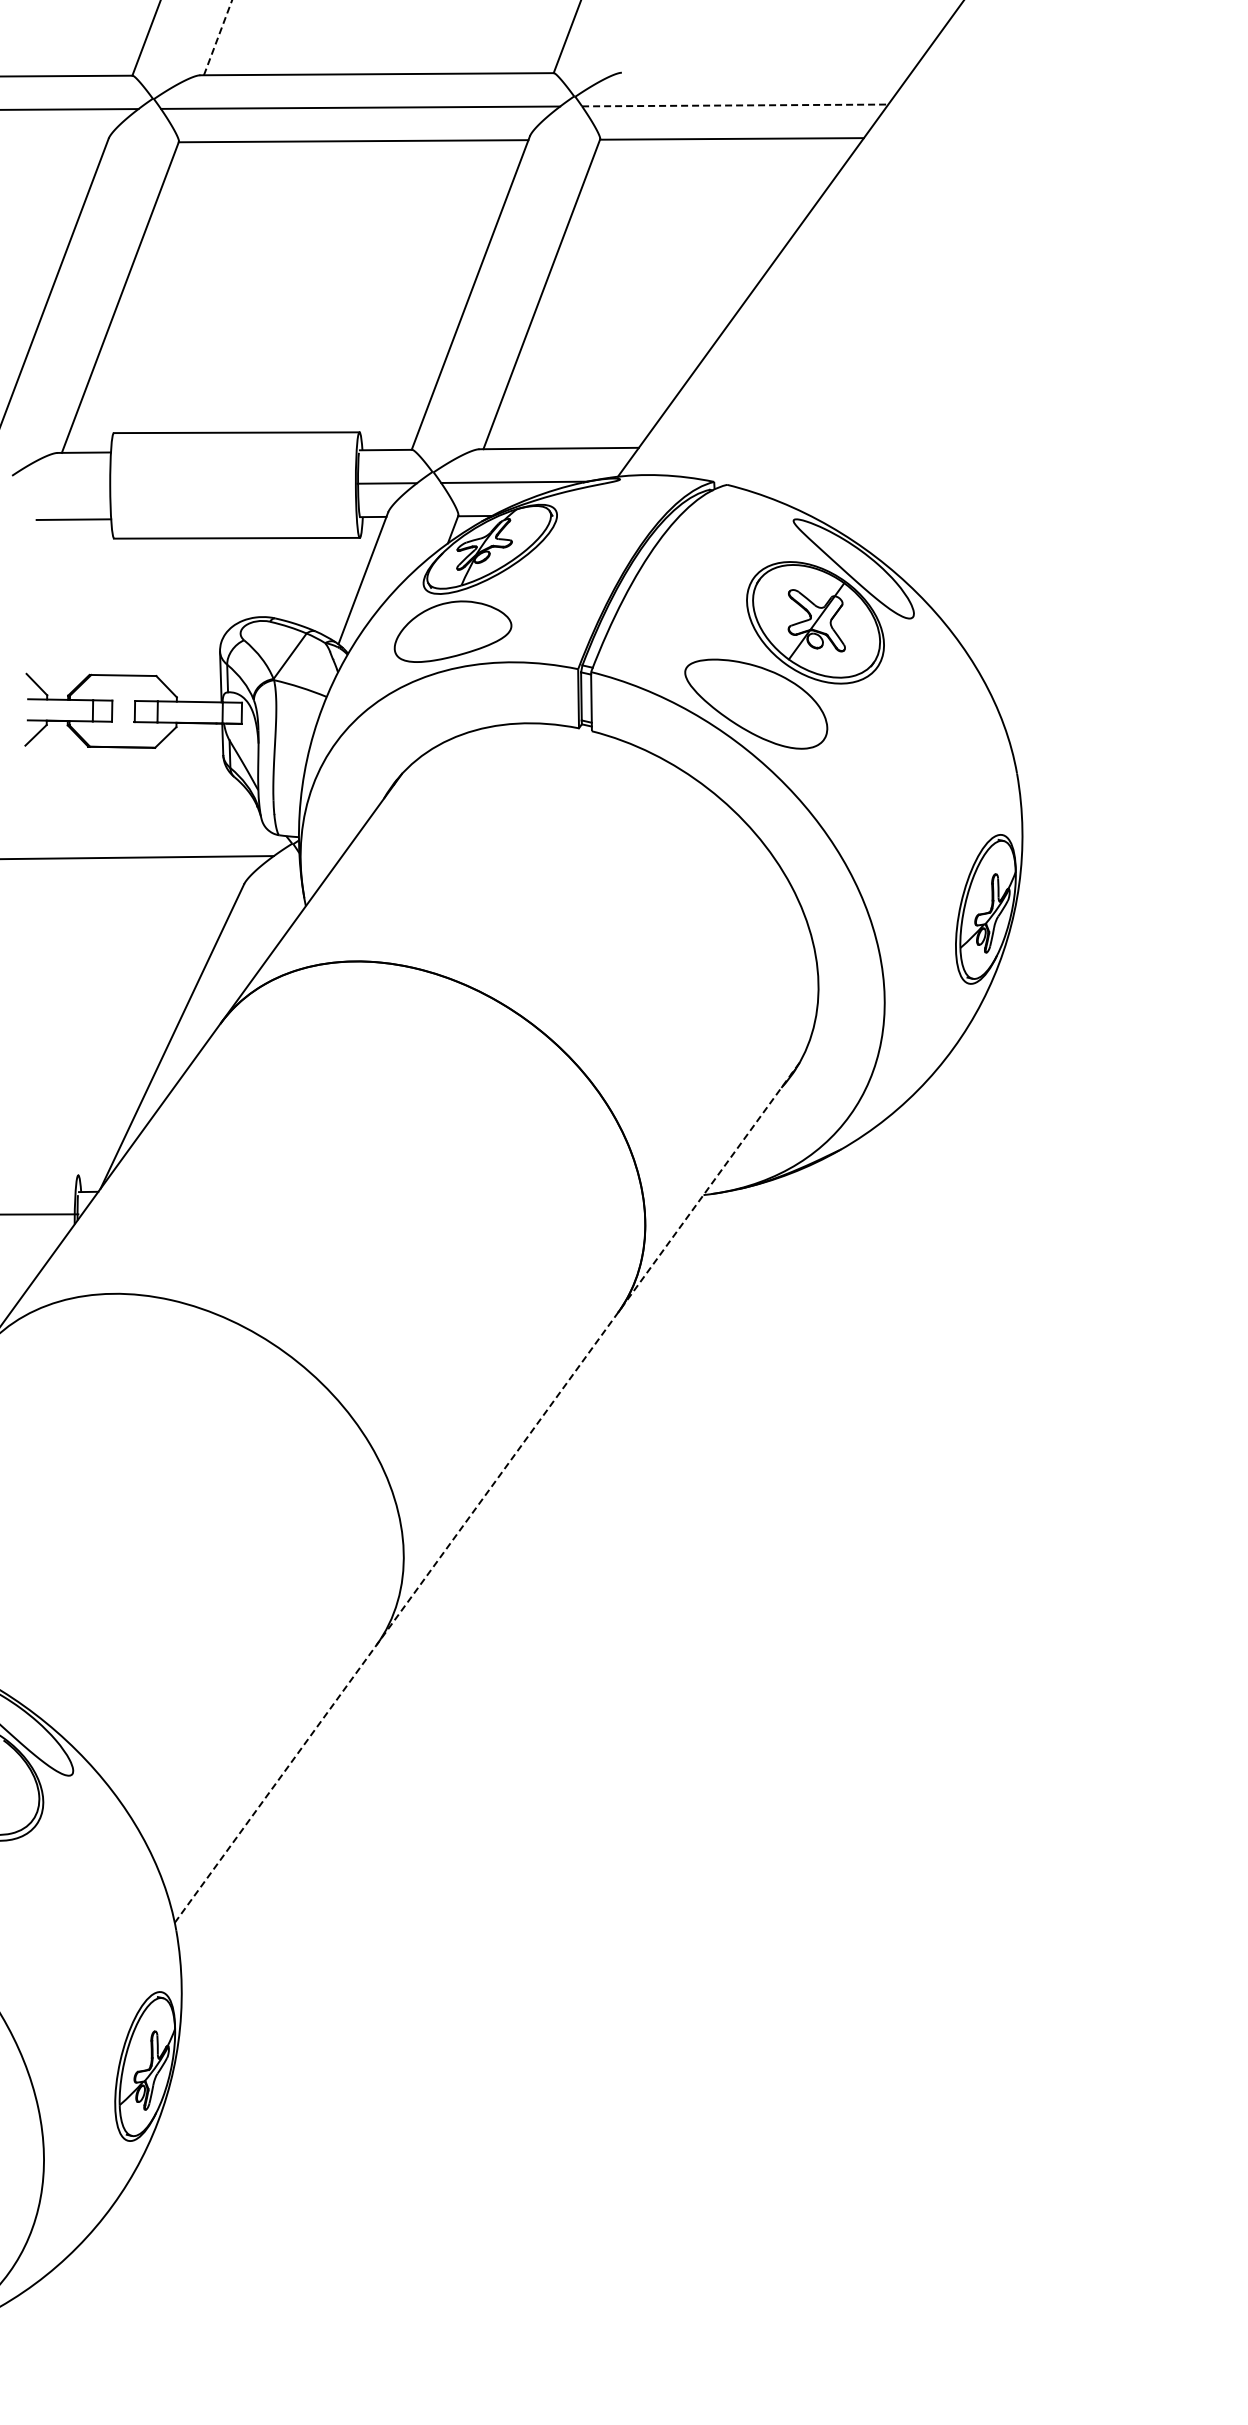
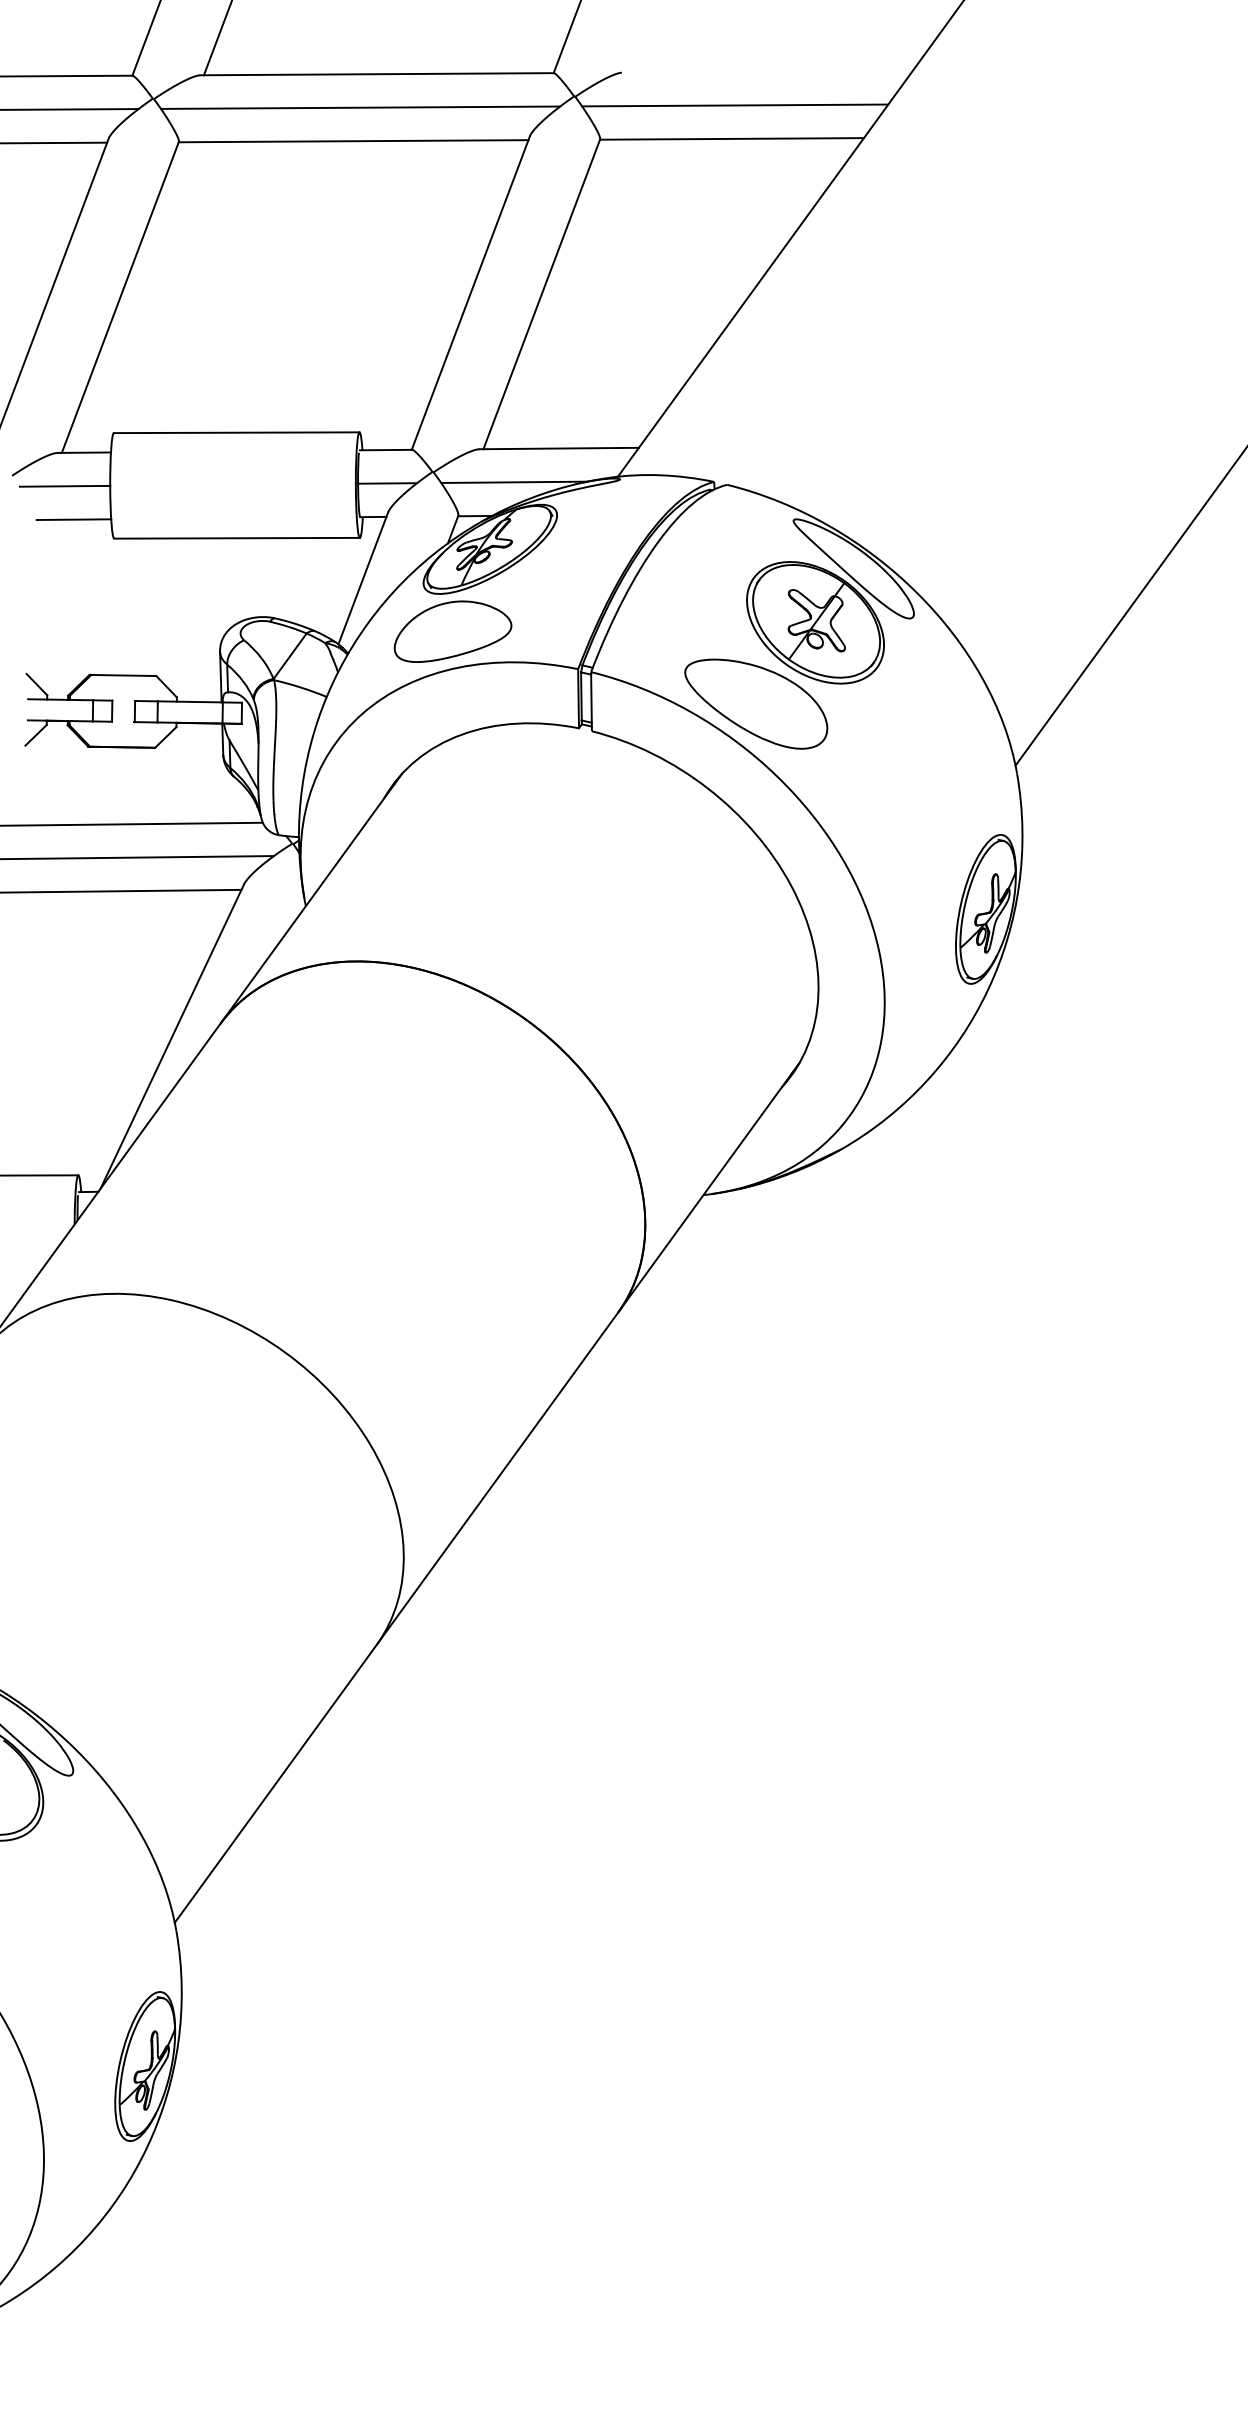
line at (218, 37): dashed -> solid
line at (735, 105): dashed -> solid
line at (54, 142): none -> present
line at (64, 485): none -> present
line at (1129, 607): none -> present
line at (132, 823): none -> present
line at (121, 890): none -> present
line at (40, 1214) position: (40, 1214) -> (40, 1175)
line at (487, 1492): dashed -> solid
